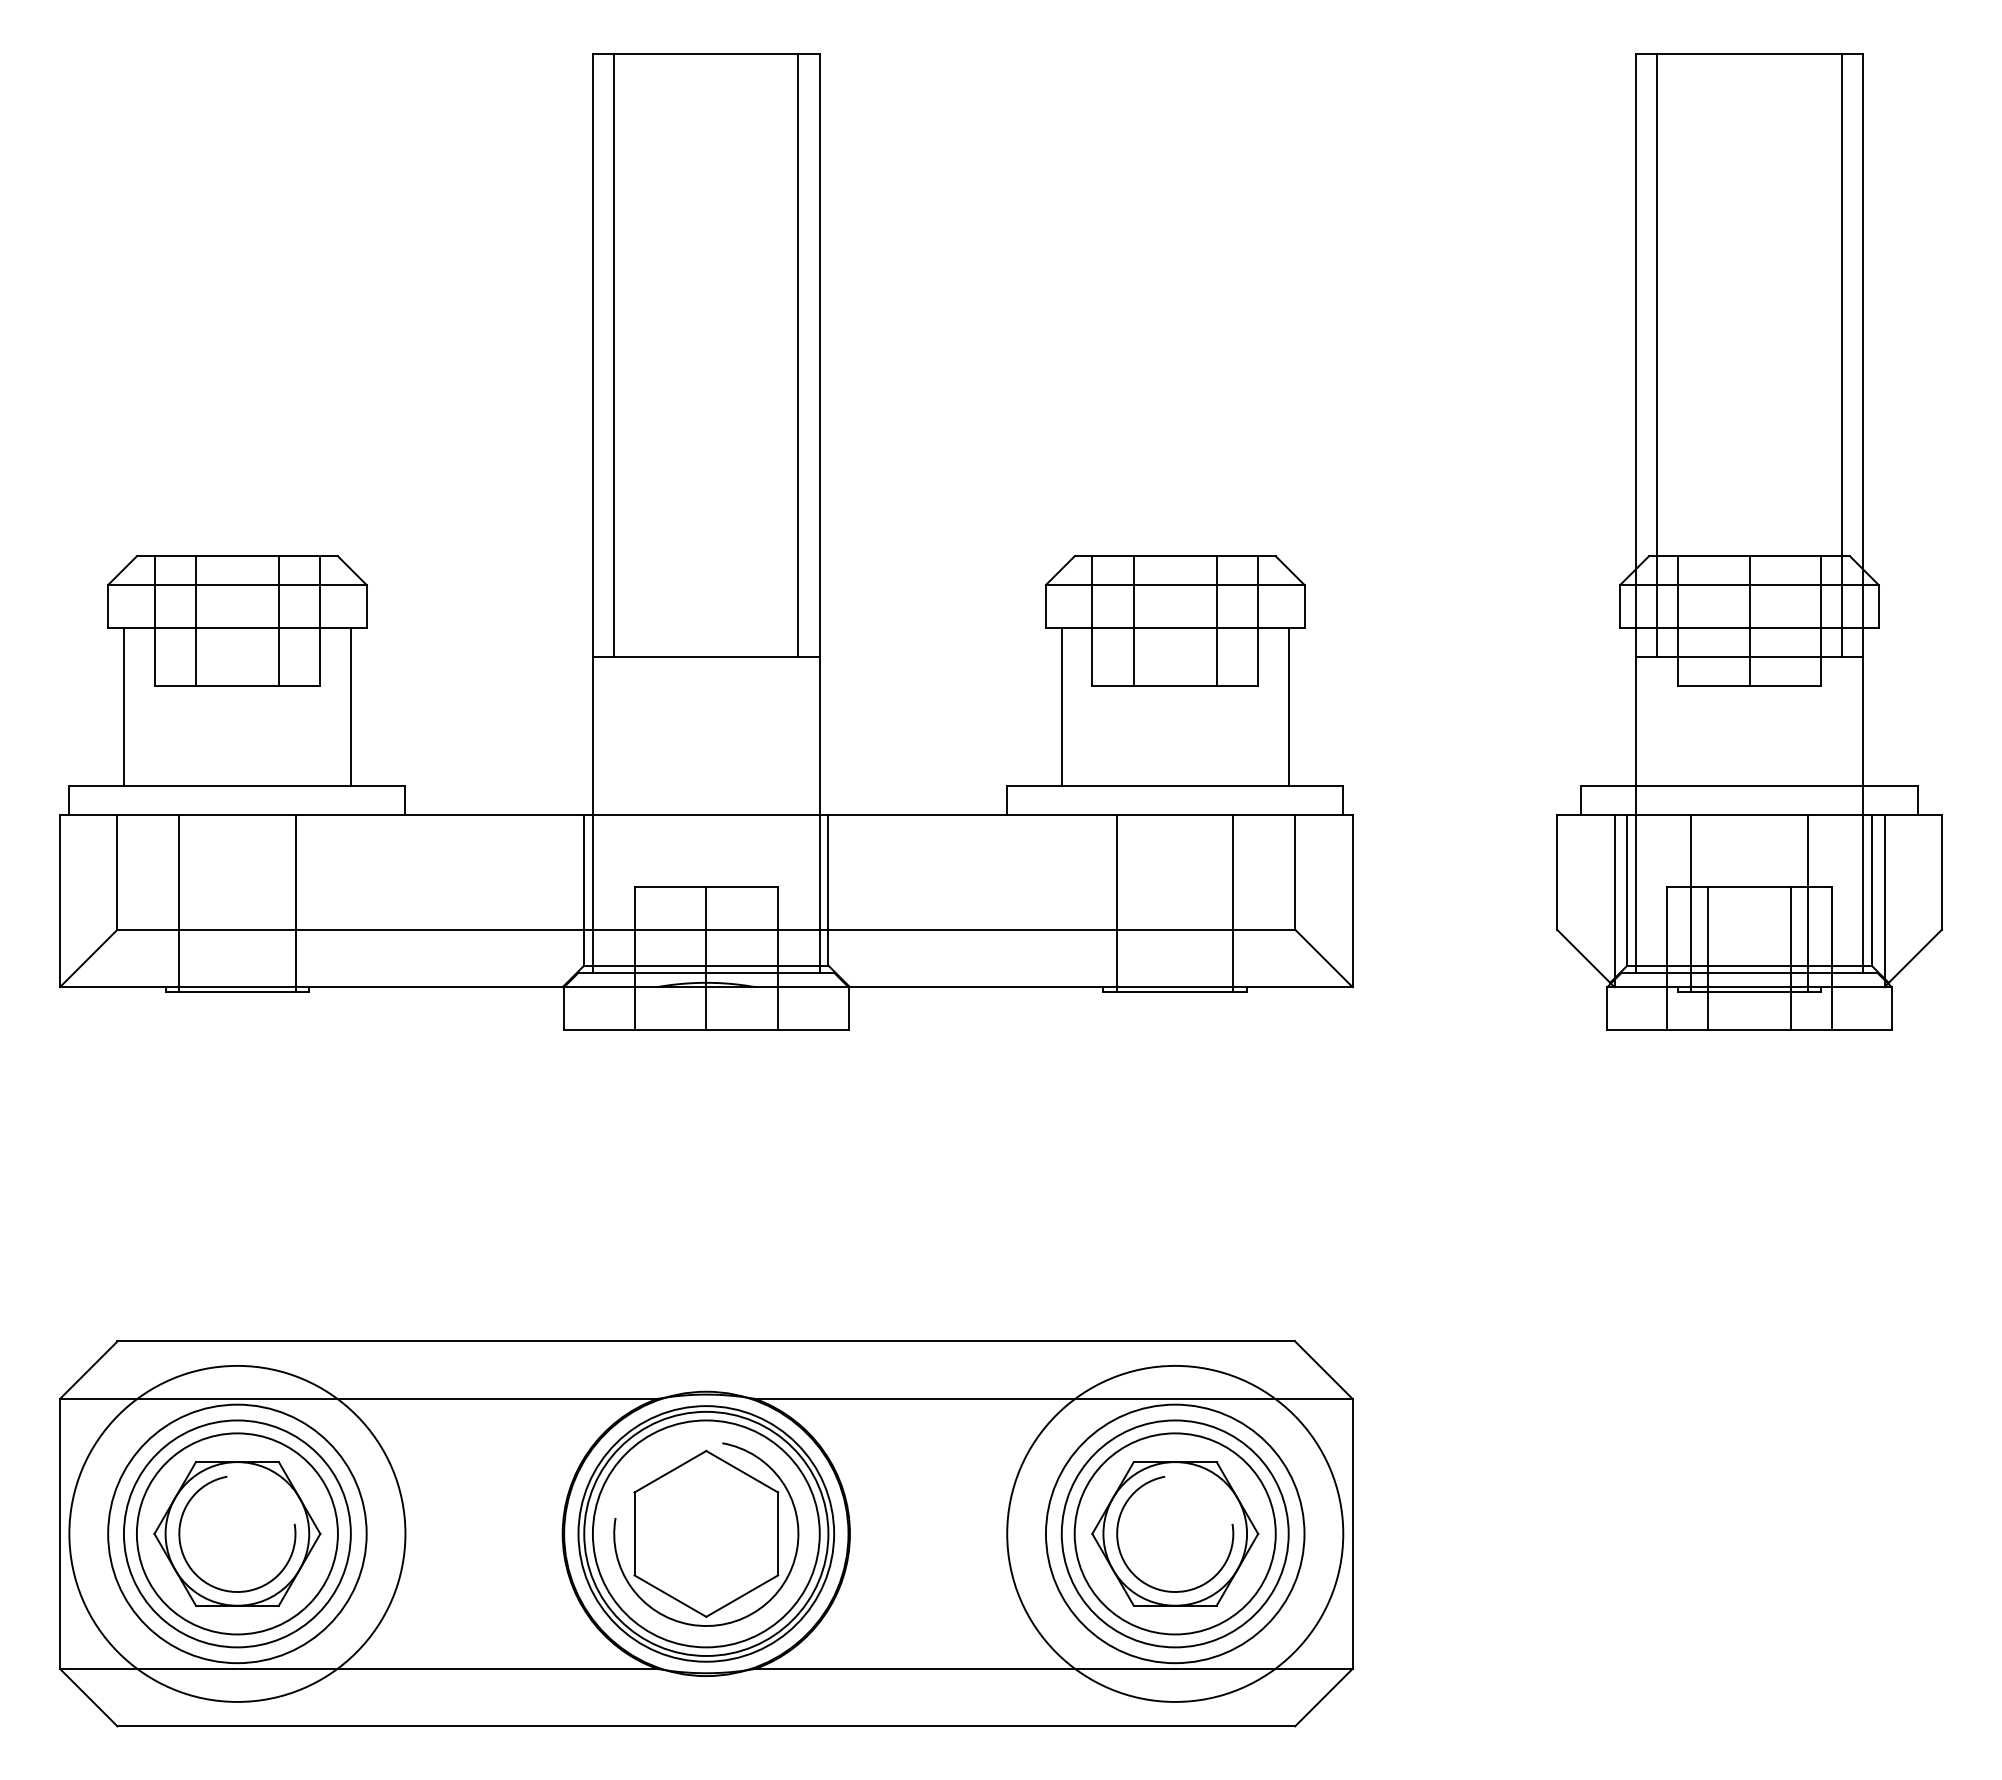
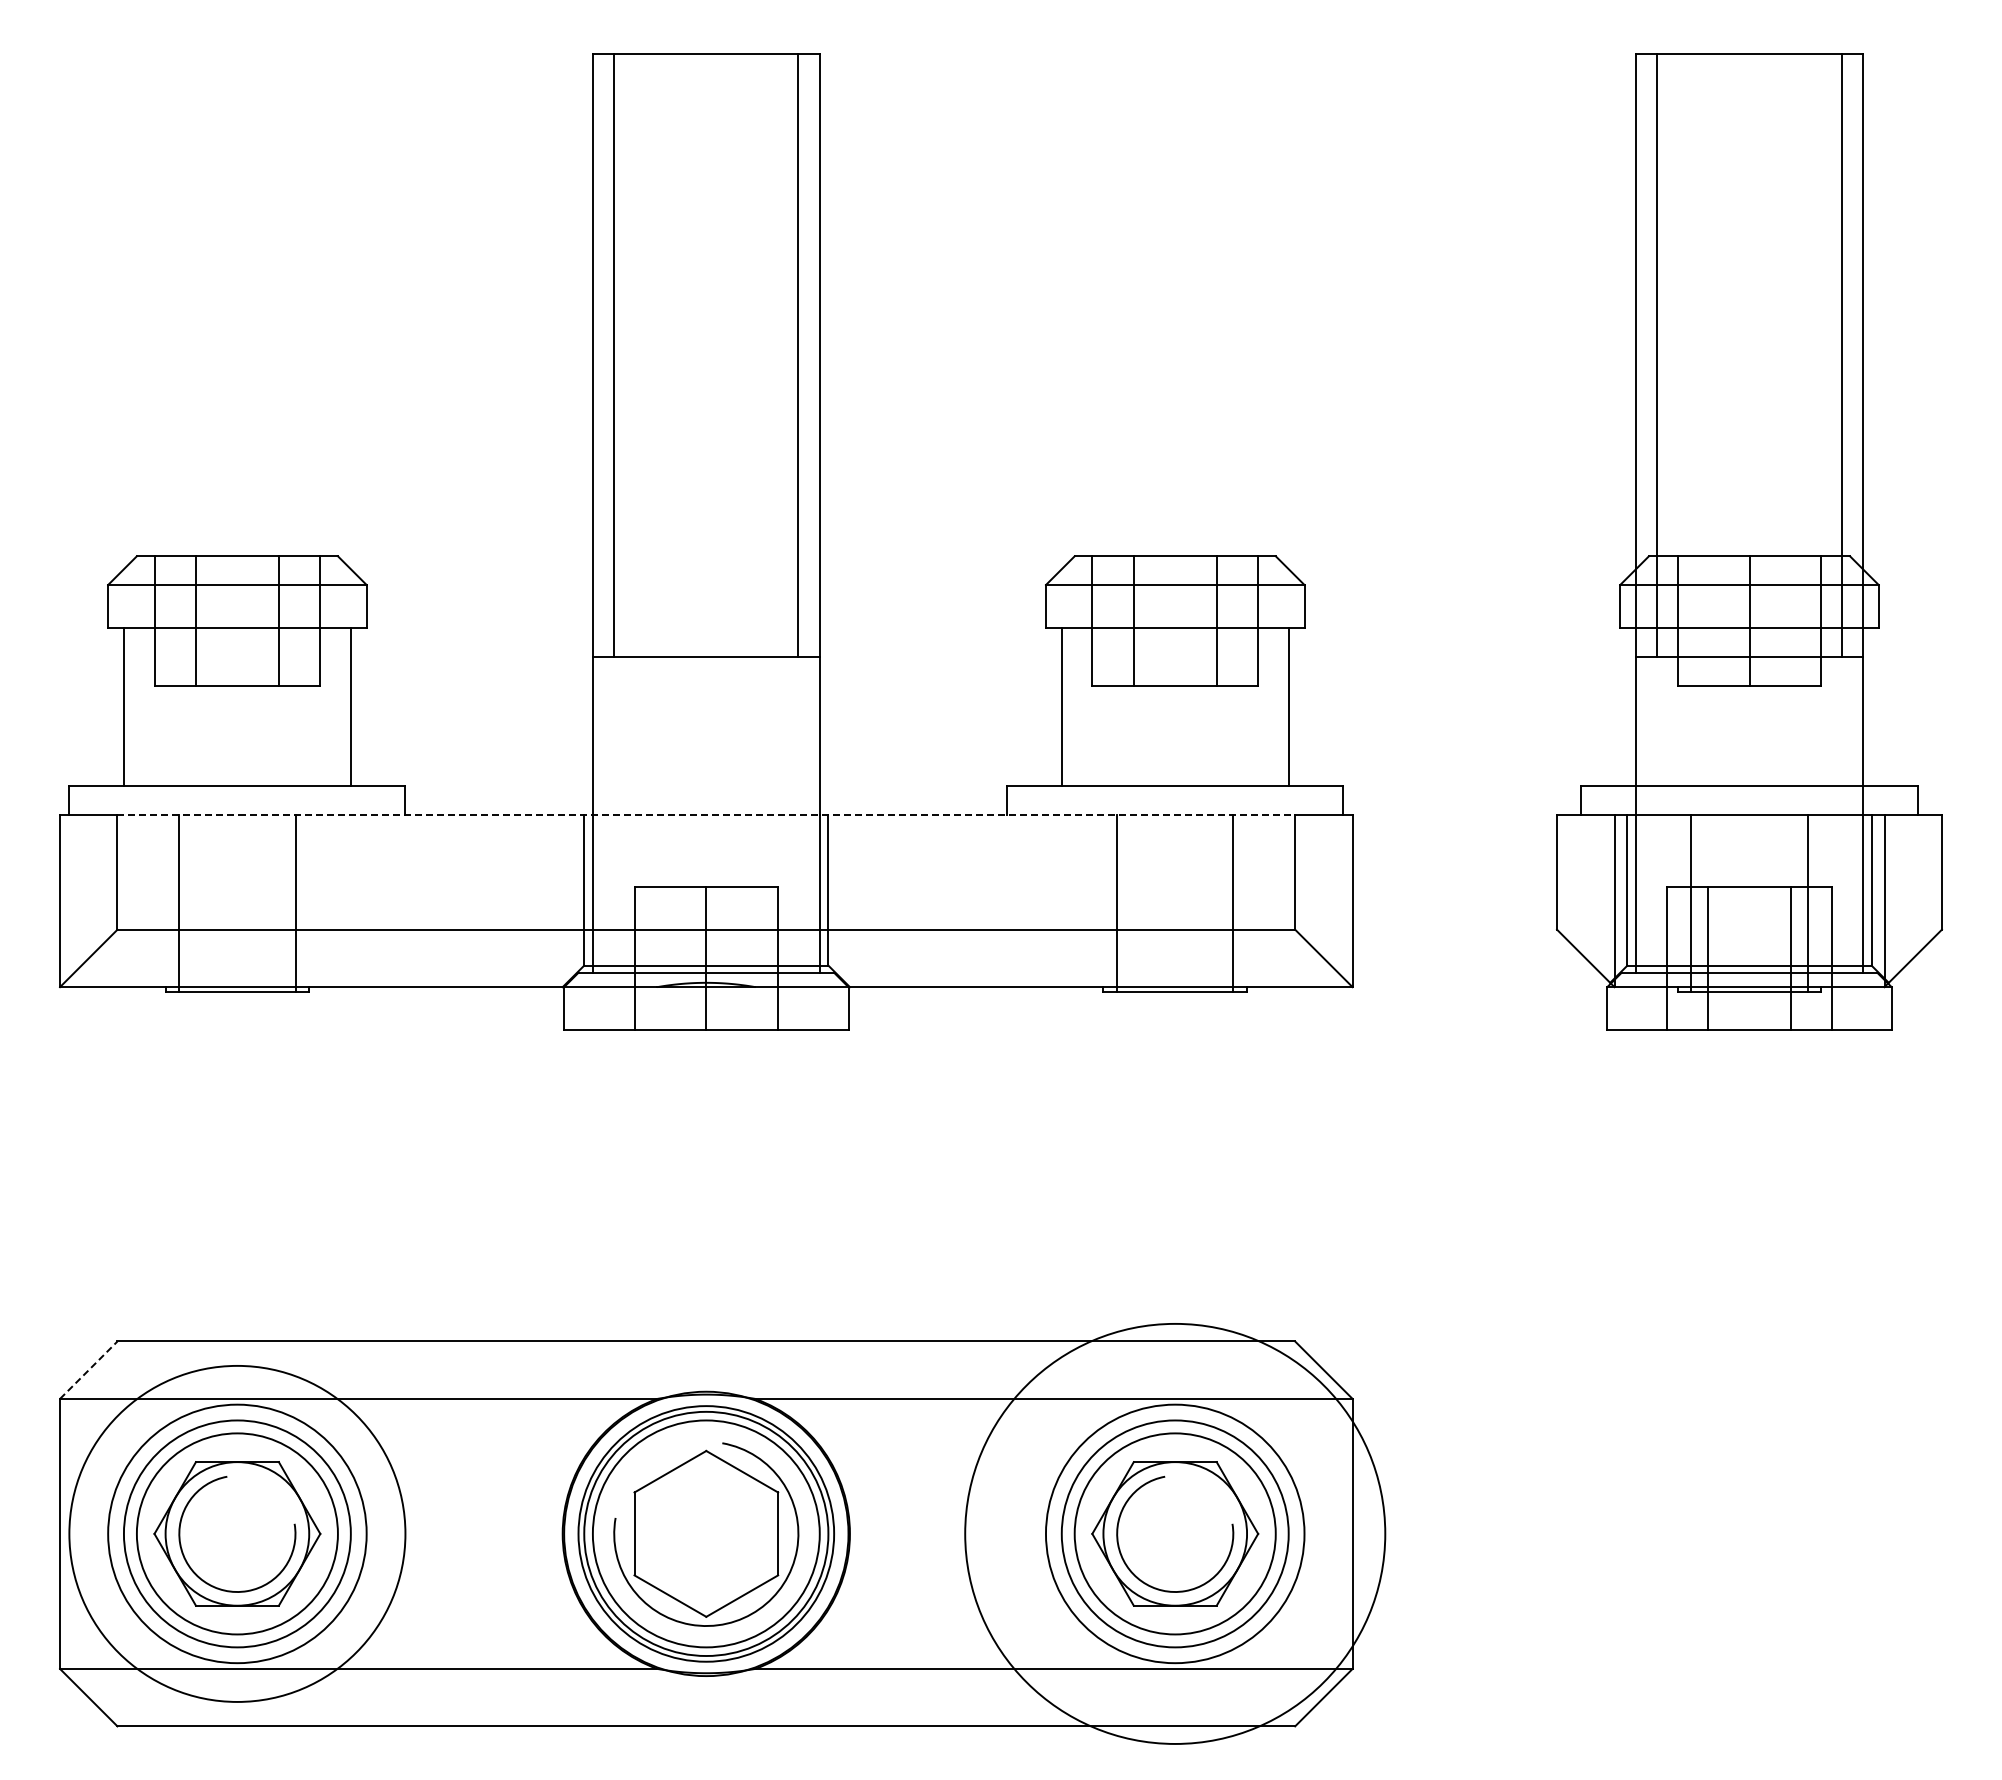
line at (706, 814): solid -> dashed
line at (88, 1370): solid -> dashed
circle at (1175, 1533) diameter: 336 px -> 420 px
